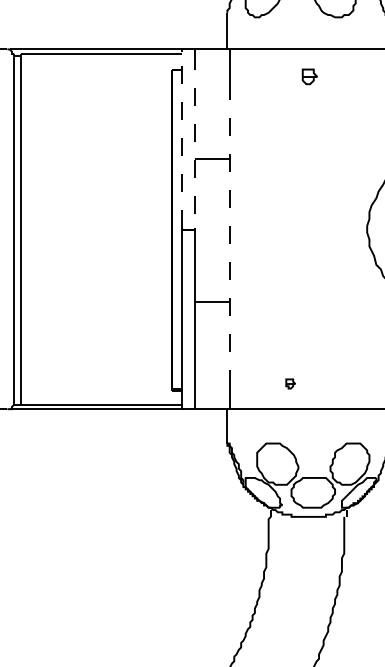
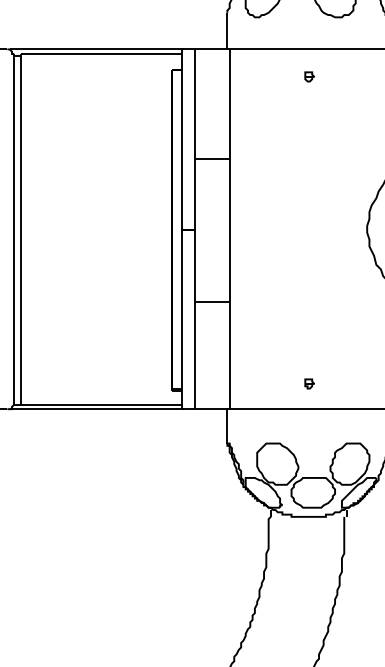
part at (309, 76) size: 17x18 px -> 11x12 px
line at (181, 139): dashed -> solid
line at (195, 140): dashed -> solid
line at (229, 230): dashed -> solid
part at (290, 383) position: (290, 383) -> (309, 383)
